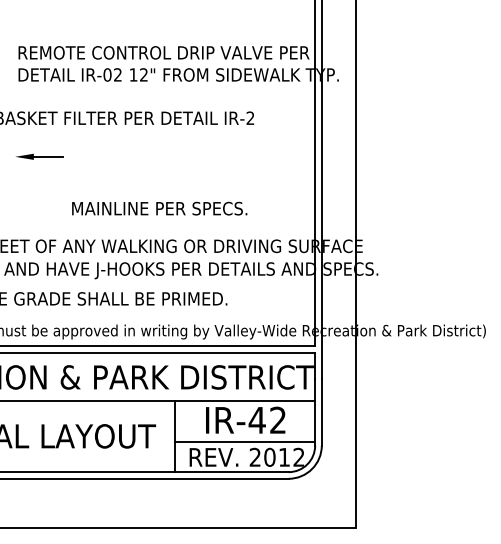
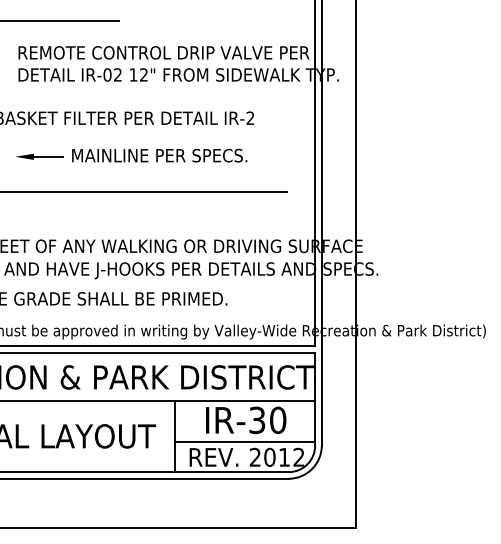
line at (60, 21): none -> present
line at (144, 191): none -> present
text at (159, 208) position: (159, 208) -> (159, 155)
text at (267, 420): IR-42 -> IR-30
